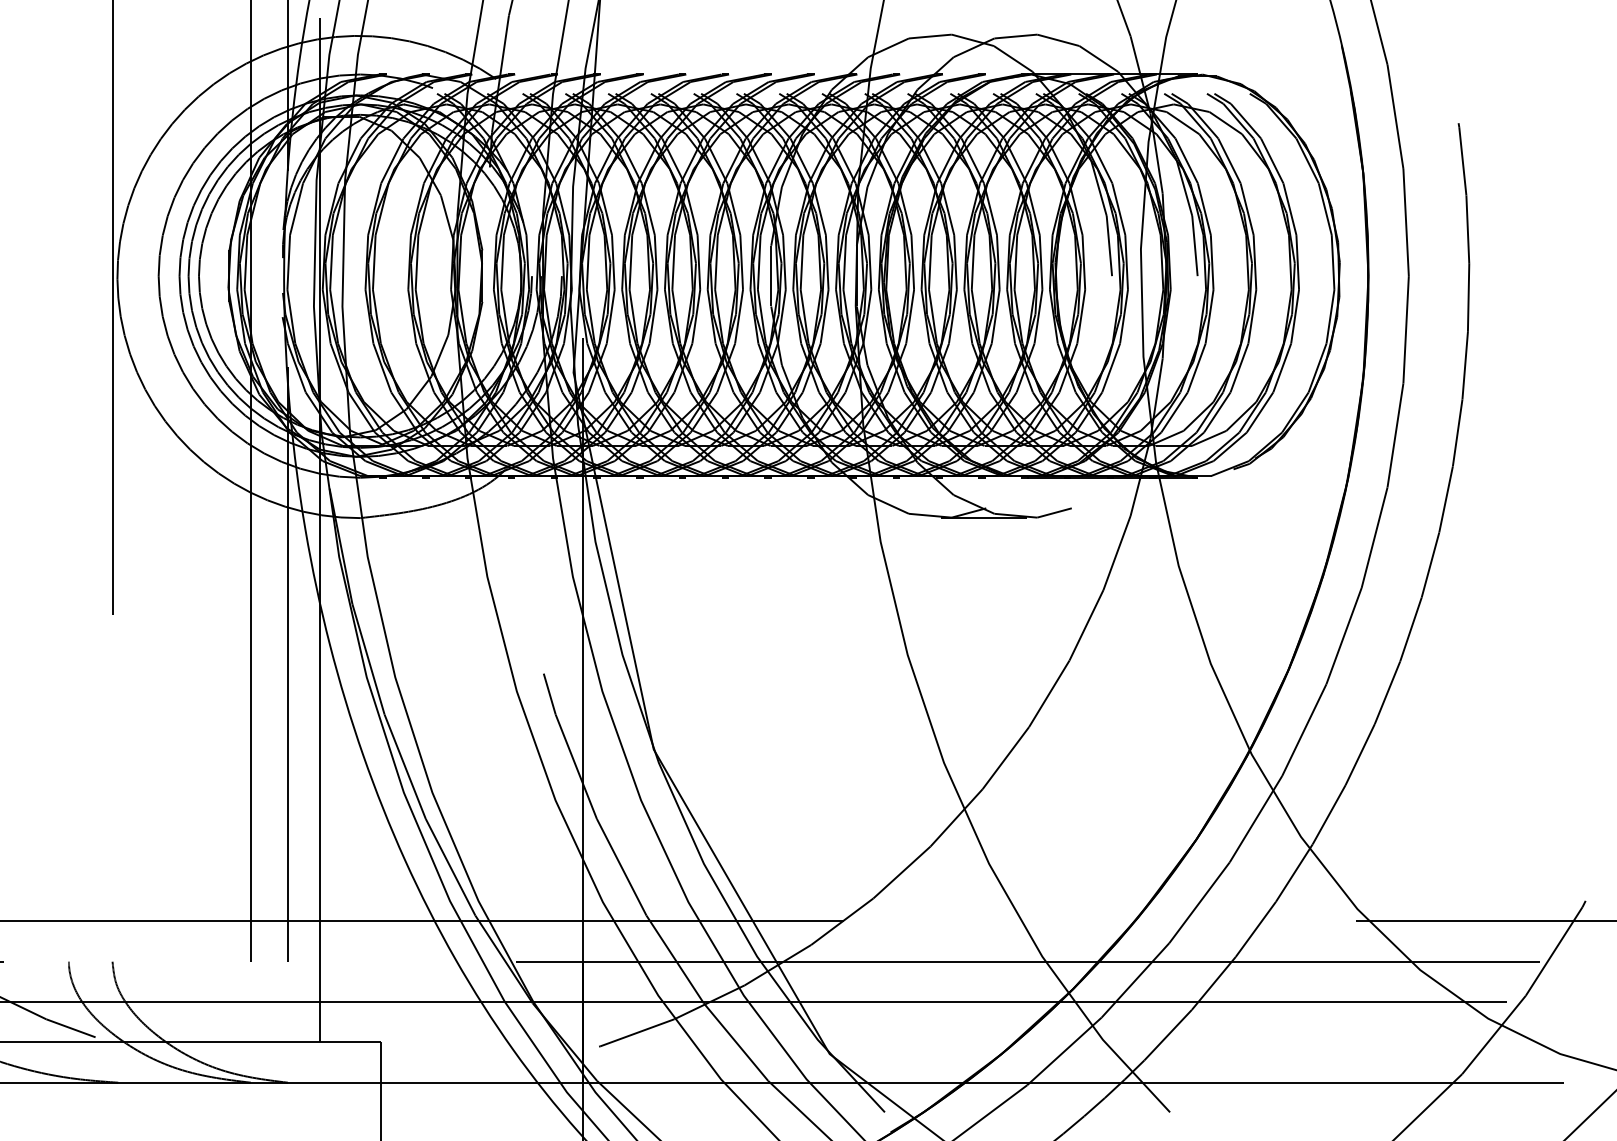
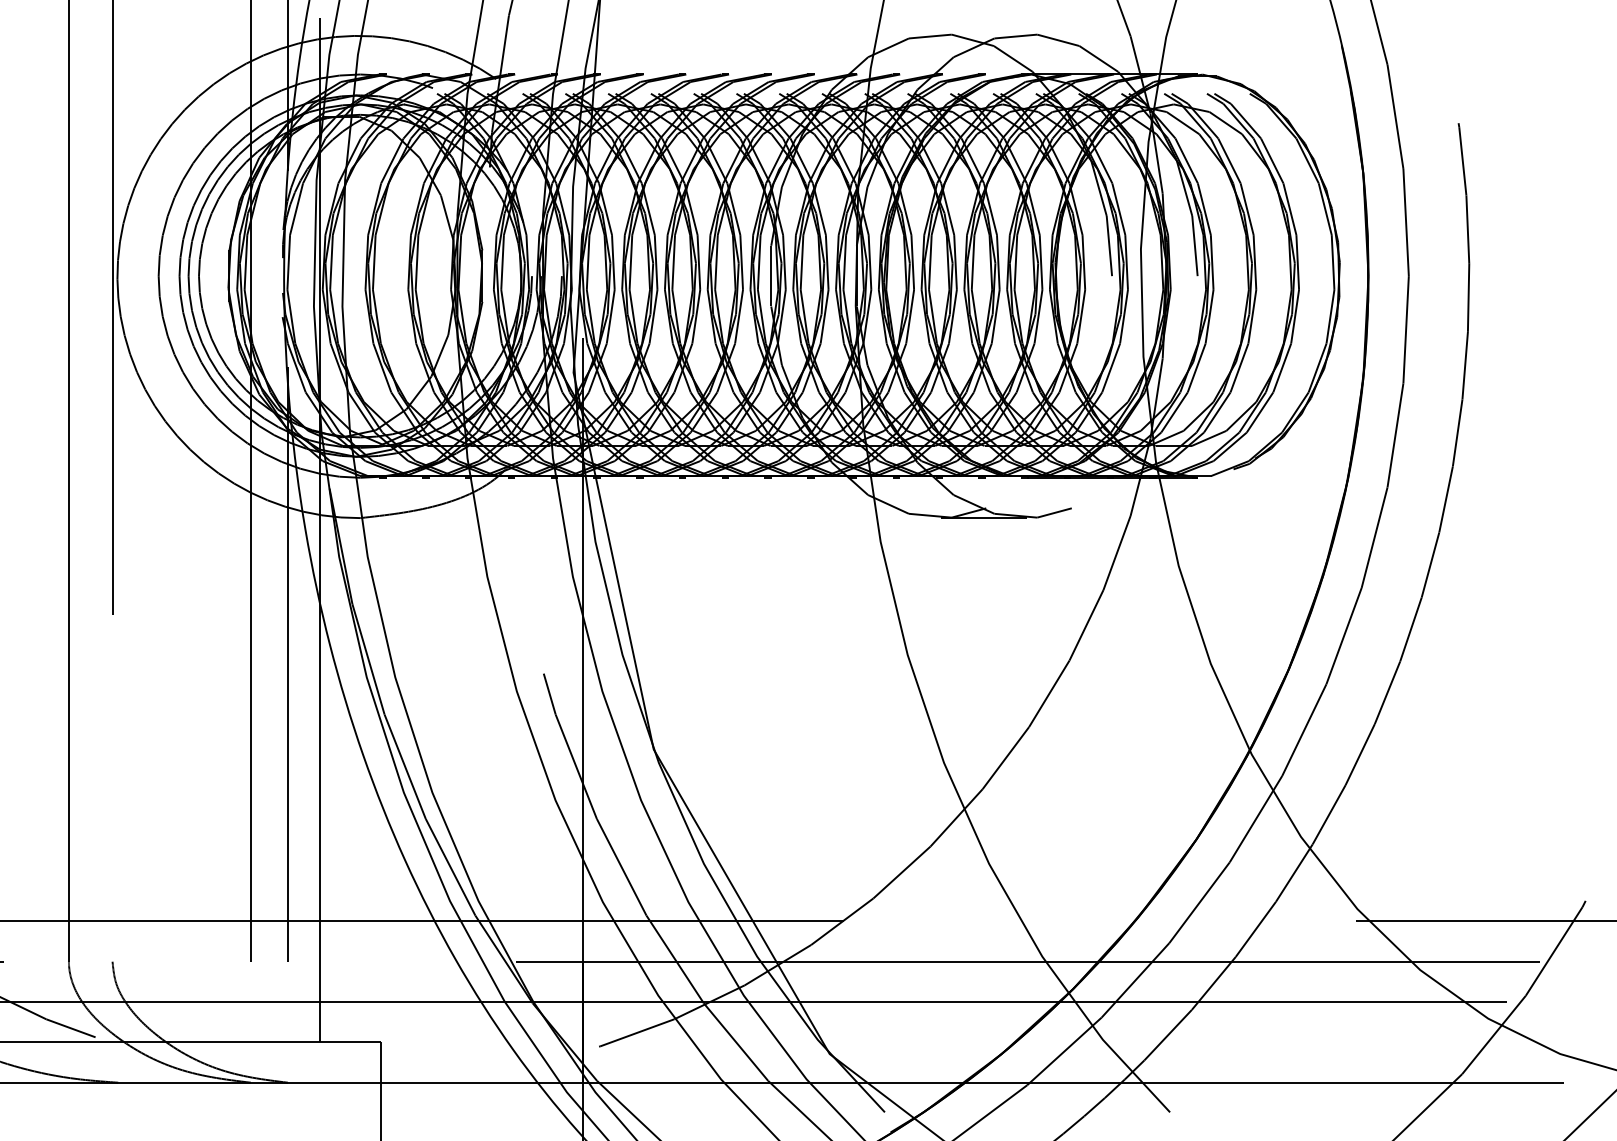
line at (68, 481): none -> present
